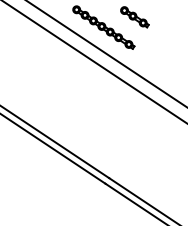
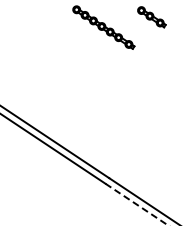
part at (134, 17) position: (134, 17) -> (151, 17)
line at (106, 53): present -> none
line at (94, 61): present -> none
line at (137, 204): solid -> dashed
